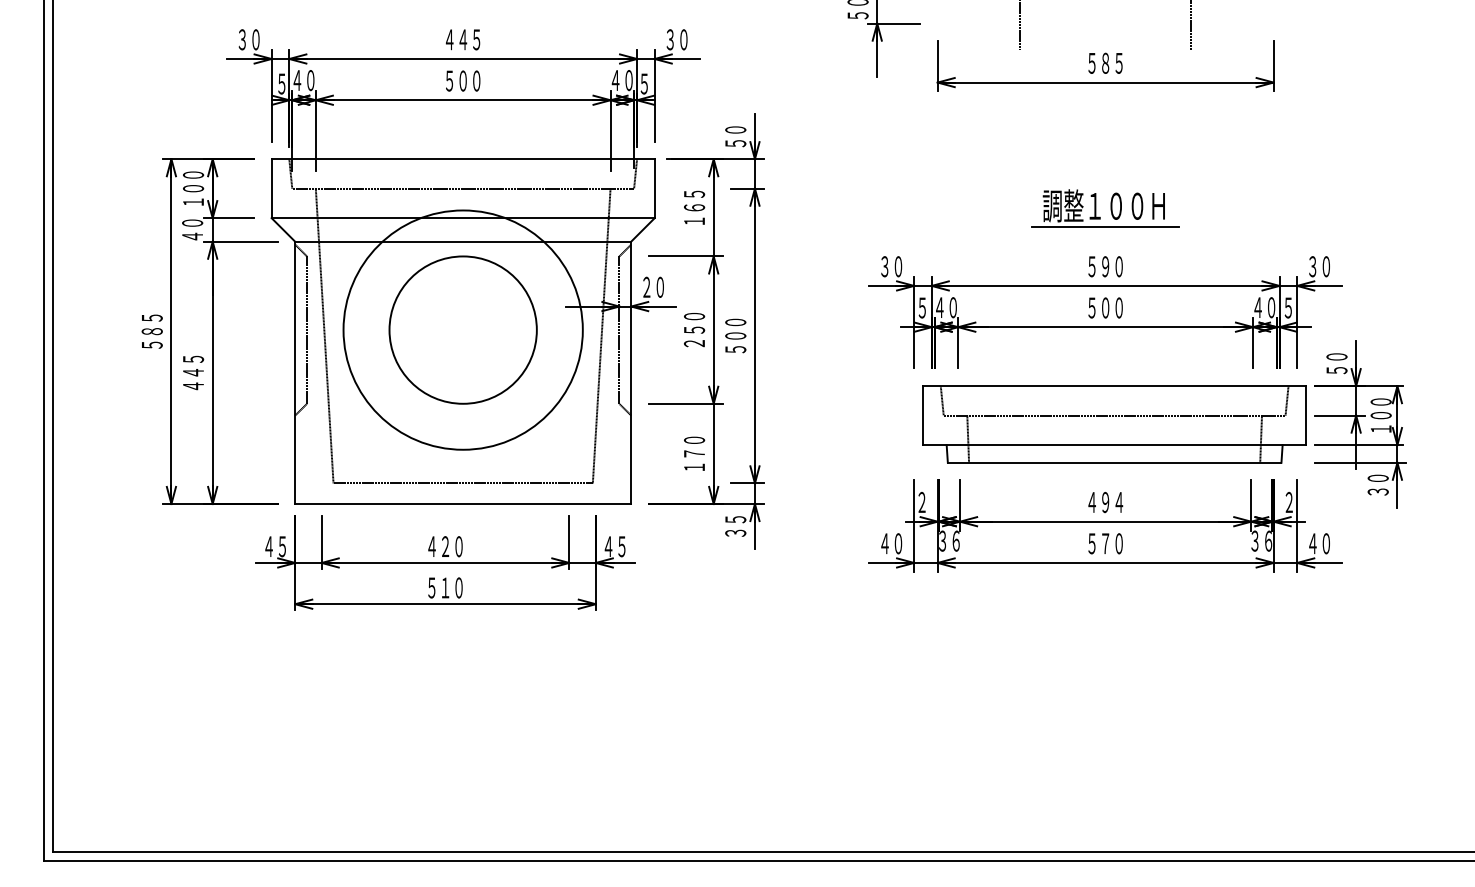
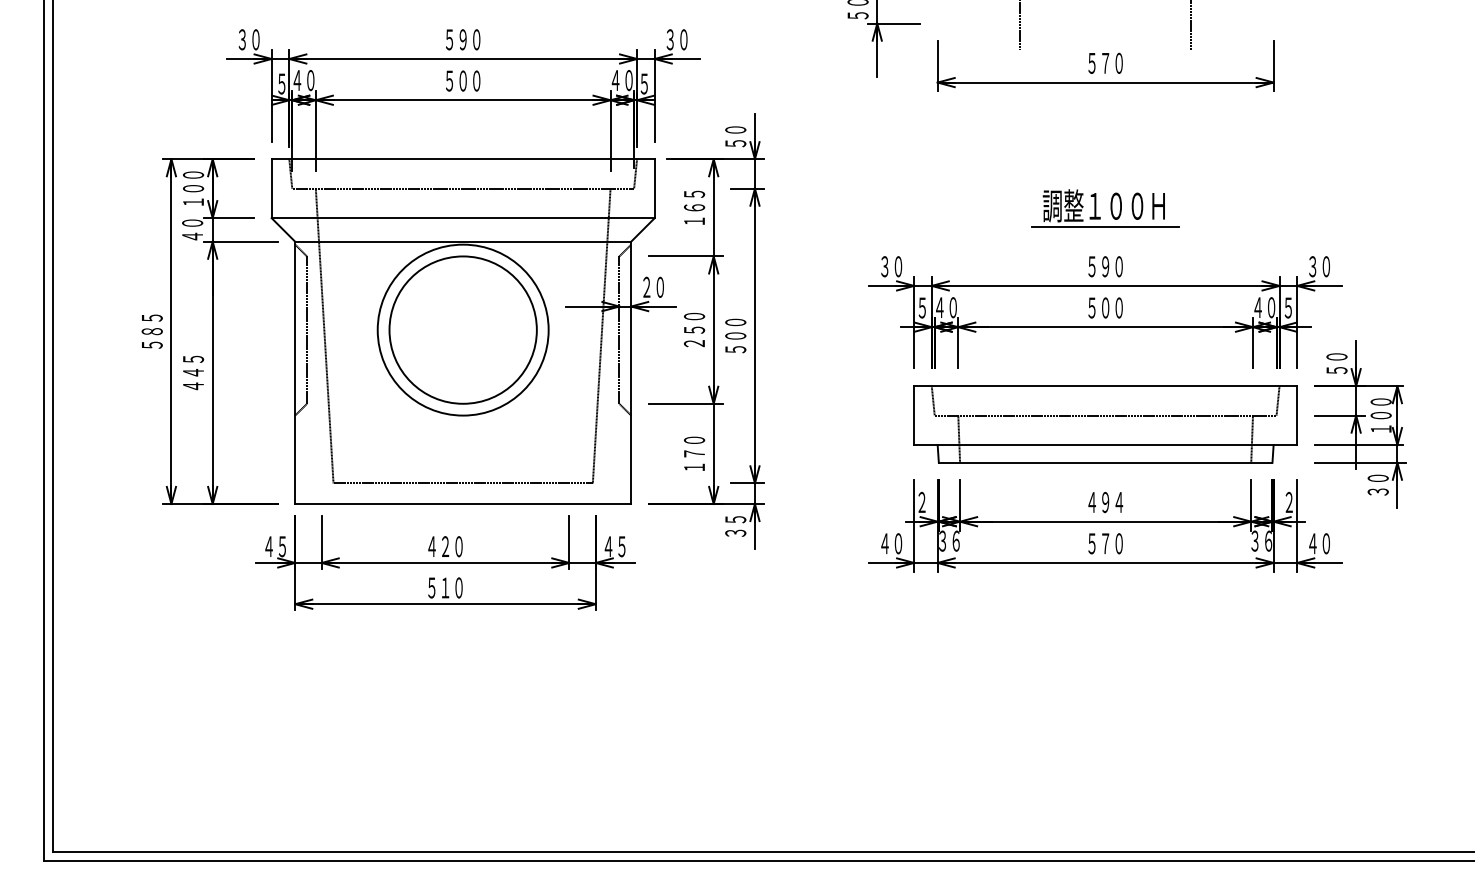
text at (462, 39): ４４５ -> ５９０
text at (1112, 62): ５８５ -> ５７０
circle at (462, 329) diameter: 239 px -> 171 px
part at (1114, 424) position: (1114, 424) -> (1105, 424)
